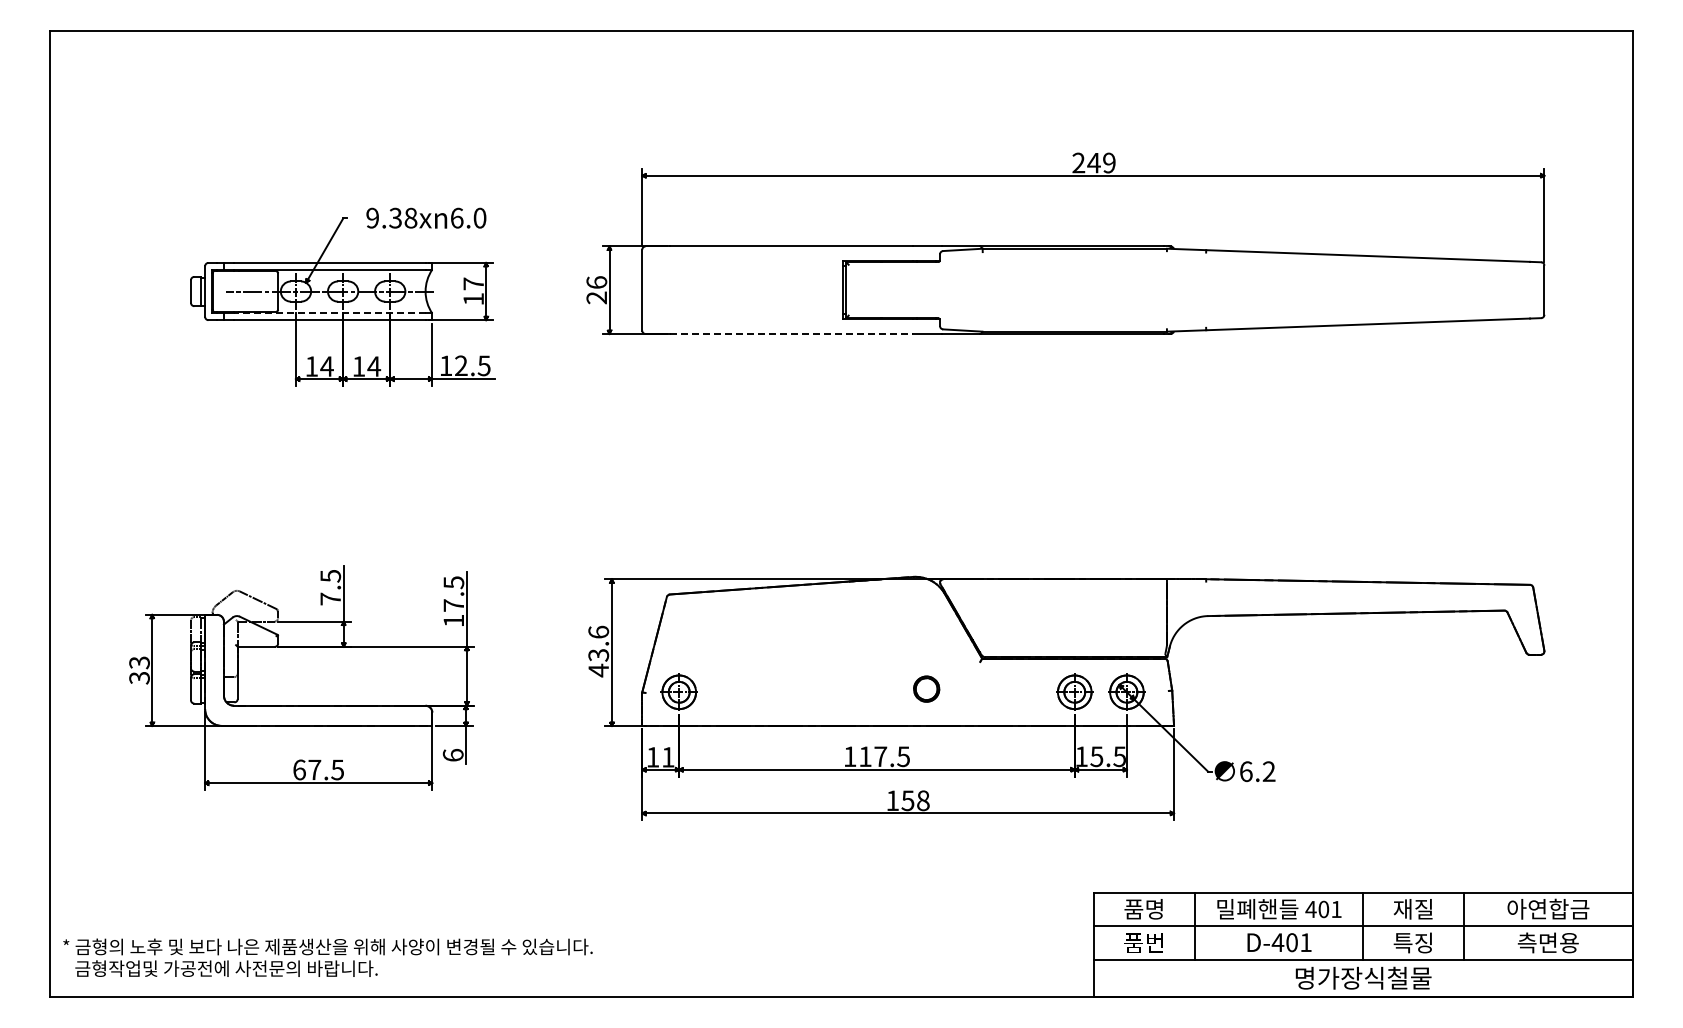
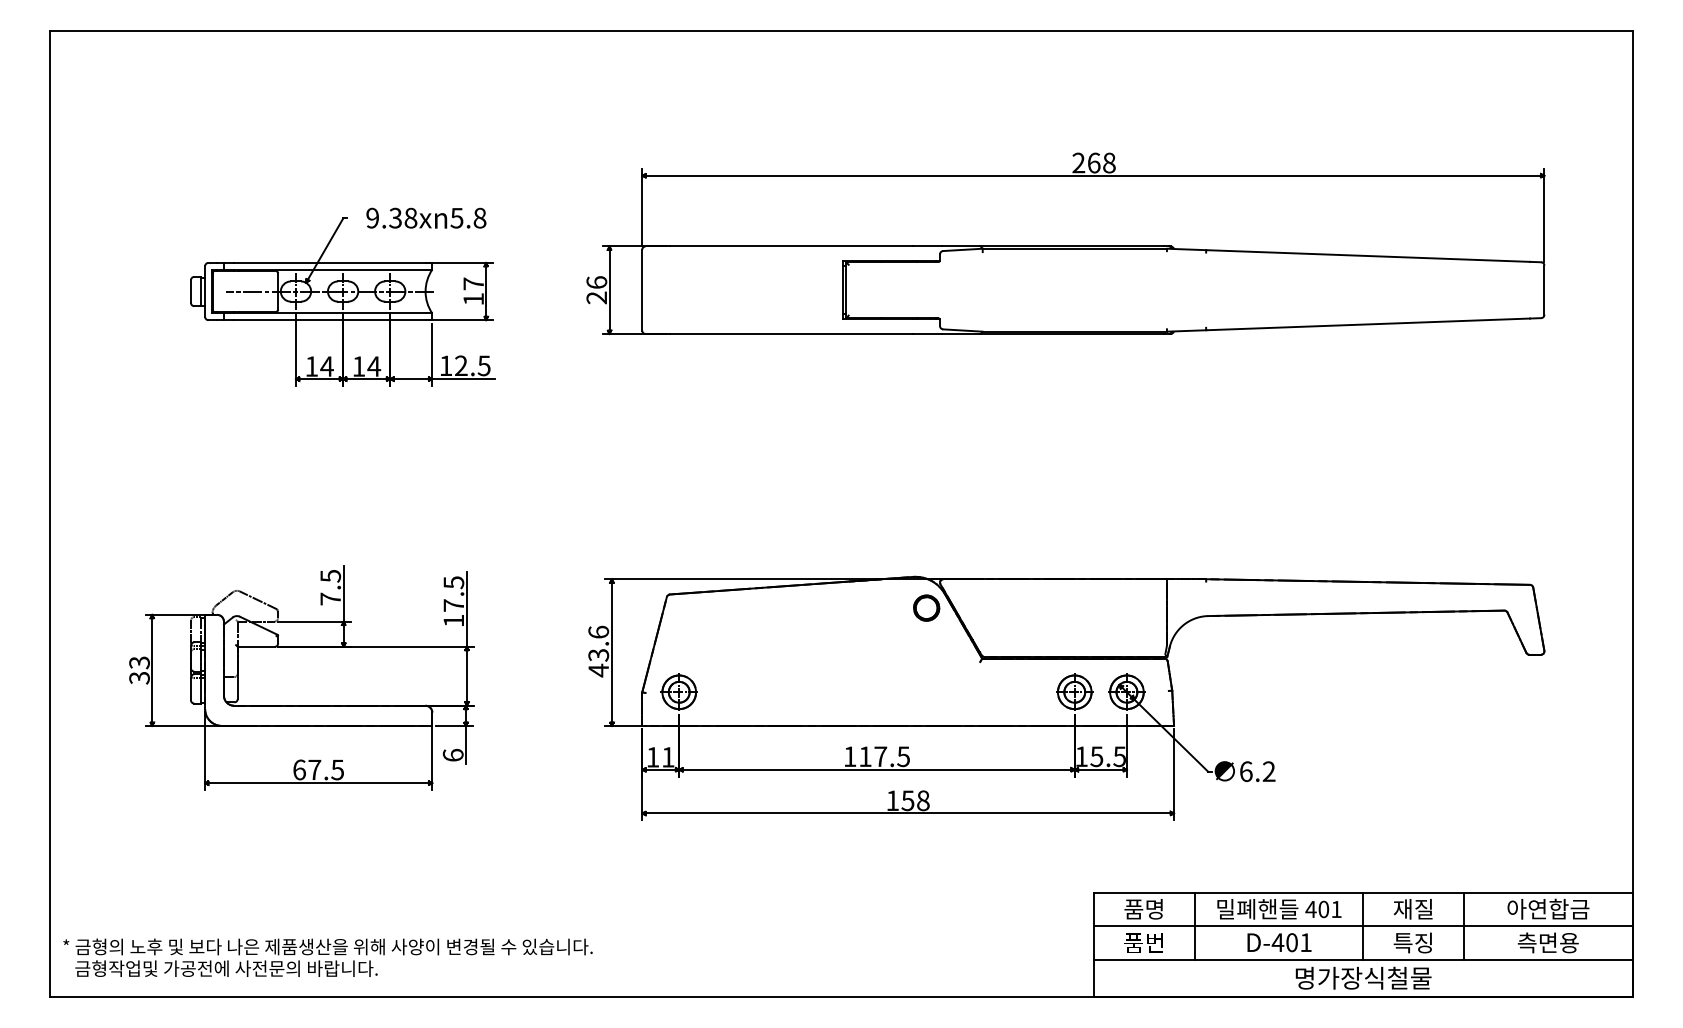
text at (1101, 162): 249 -> 268
text at (468, 217): 6.0 -> 5.8
line at (329, 313): dashed -> solid
line at (791, 333): dashed -> solid
part at (926, 688) position: (926, 688) -> (926, 607)
